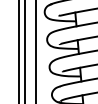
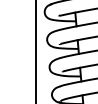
line at (19, 51): present -> none
line at (24, 51): present -> none
